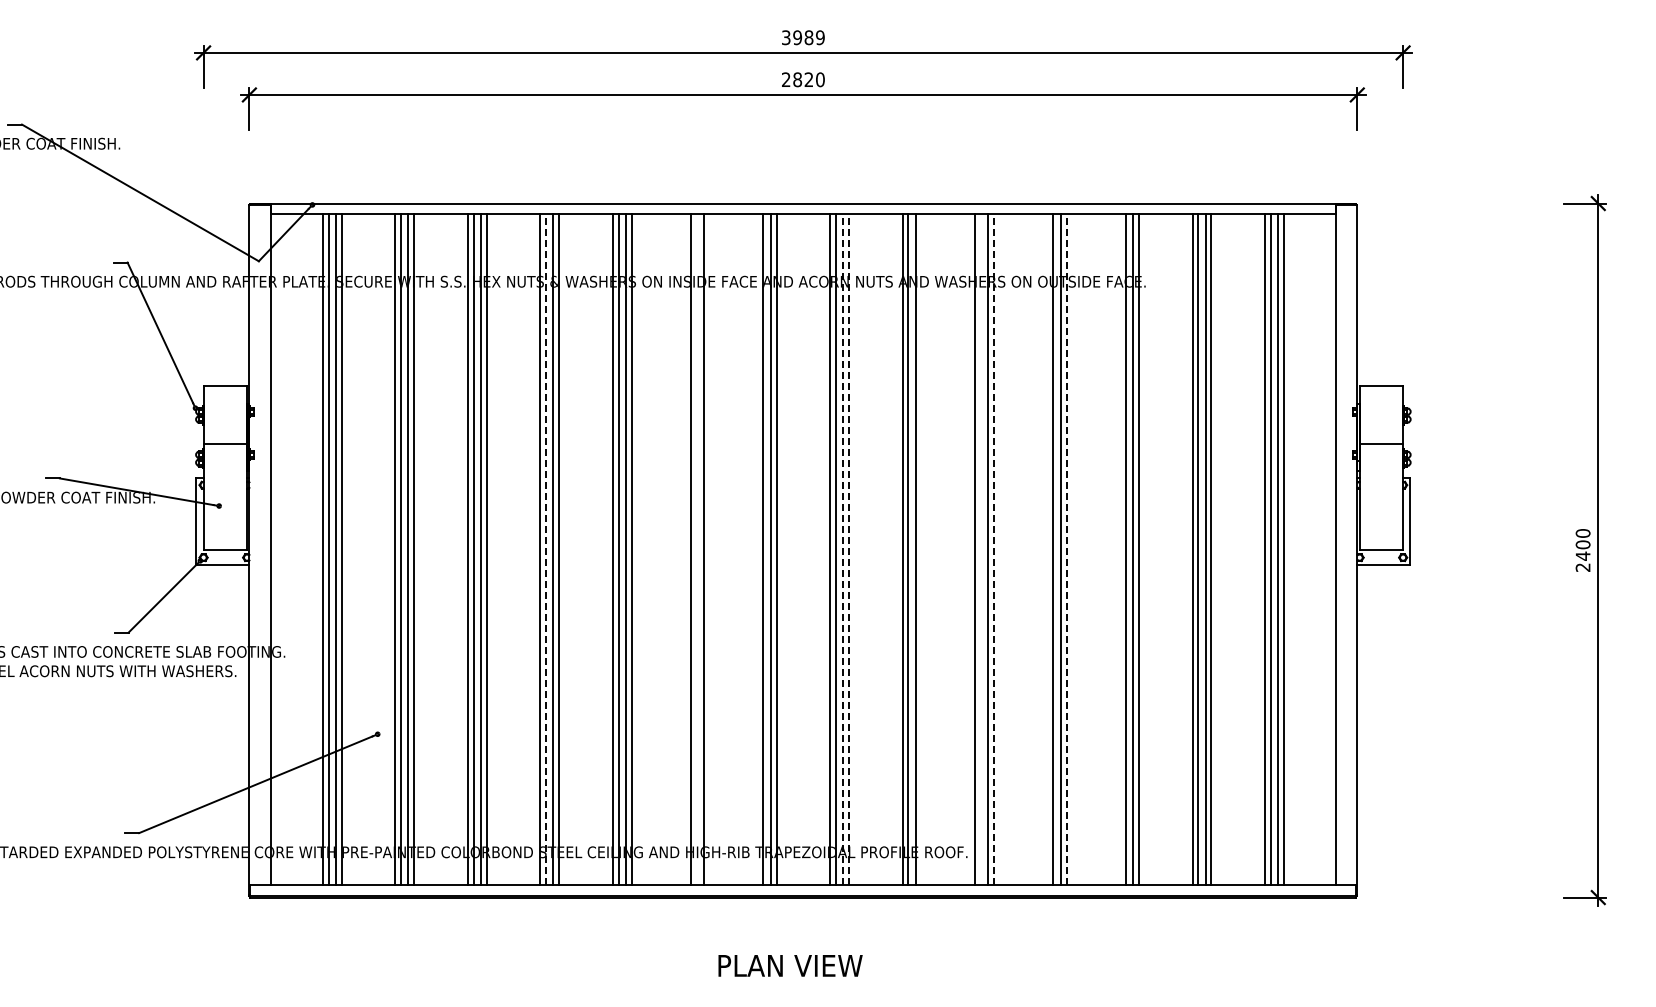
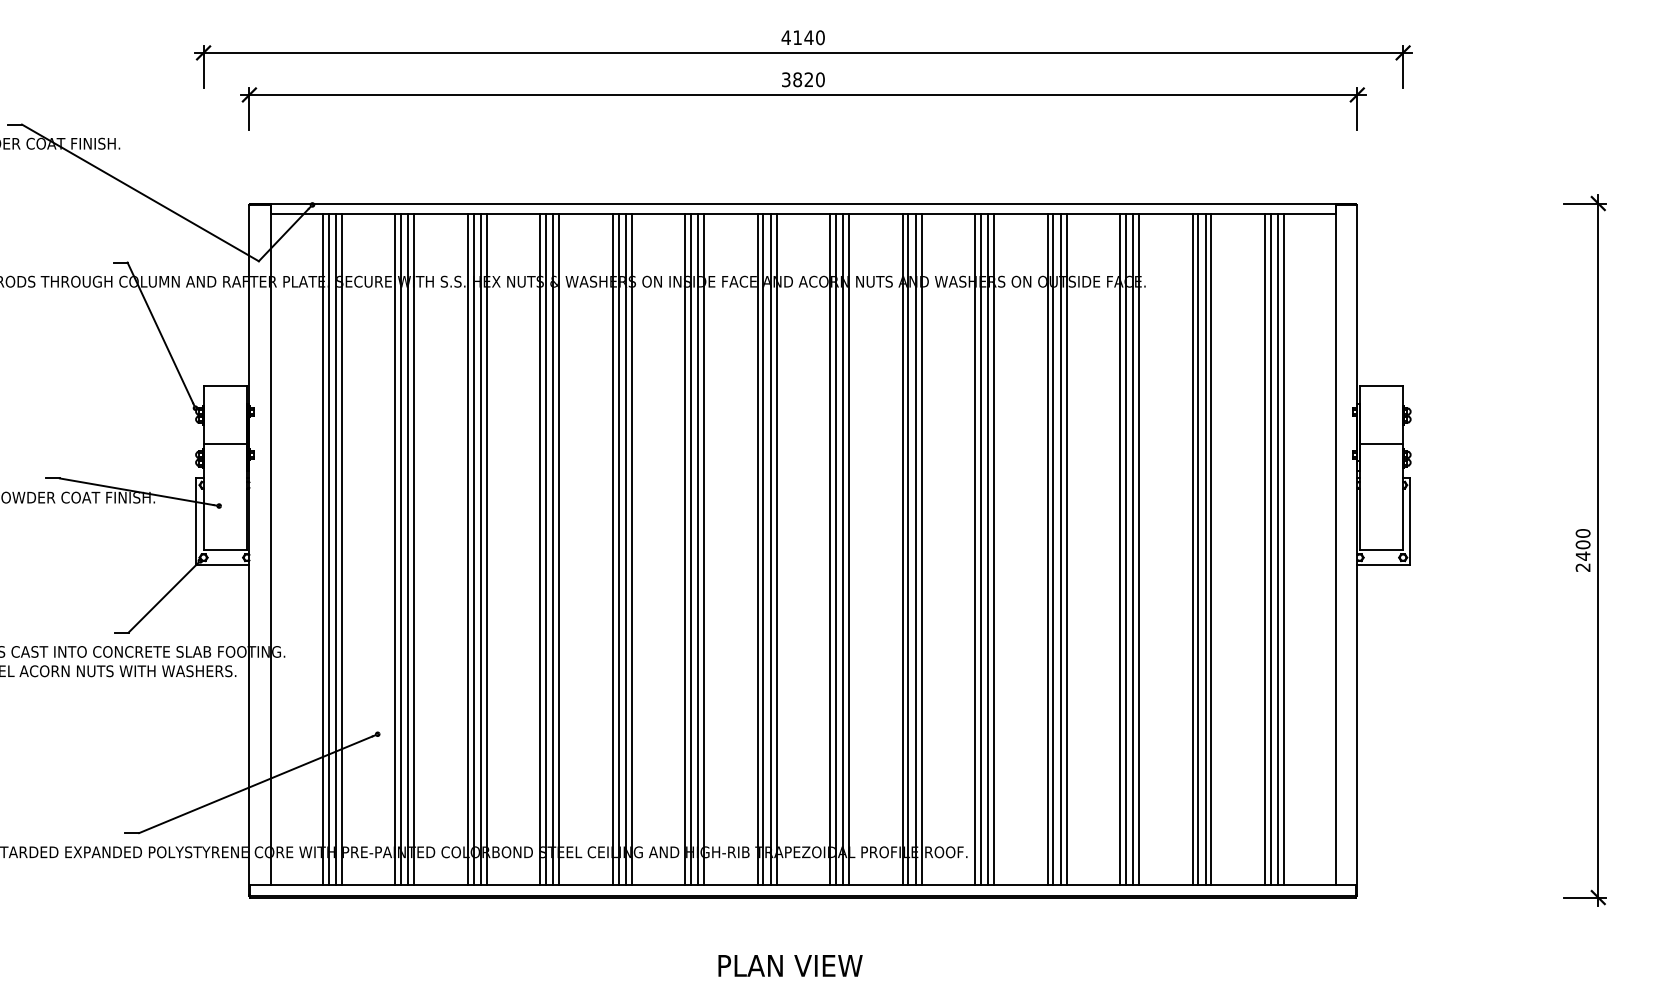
text at (802, 37): 3989 -> 4140
text at (786, 80): 2820 -> 3820
line at (546, 548): dashed -> solid
line at (685, 548): none -> present
line at (698, 548): none -> present
line at (757, 548): none -> present
line at (843, 548): dashed -> solid
line at (849, 548): dashed -> solid
line at (921, 548): none -> present
line at (980, 548): none -> present
line at (994, 548): dashed -> solid
line at (1047, 548): none -> present
line at (1066, 548): dashed -> solid
line at (1120, 548): none -> present
